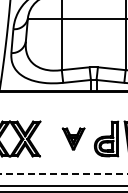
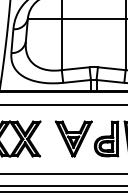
line at (63, 105): none -> present
part at (73, 138) size: 25x24 px -> 39x38 px
line at (63, 173): dashed -> solid
